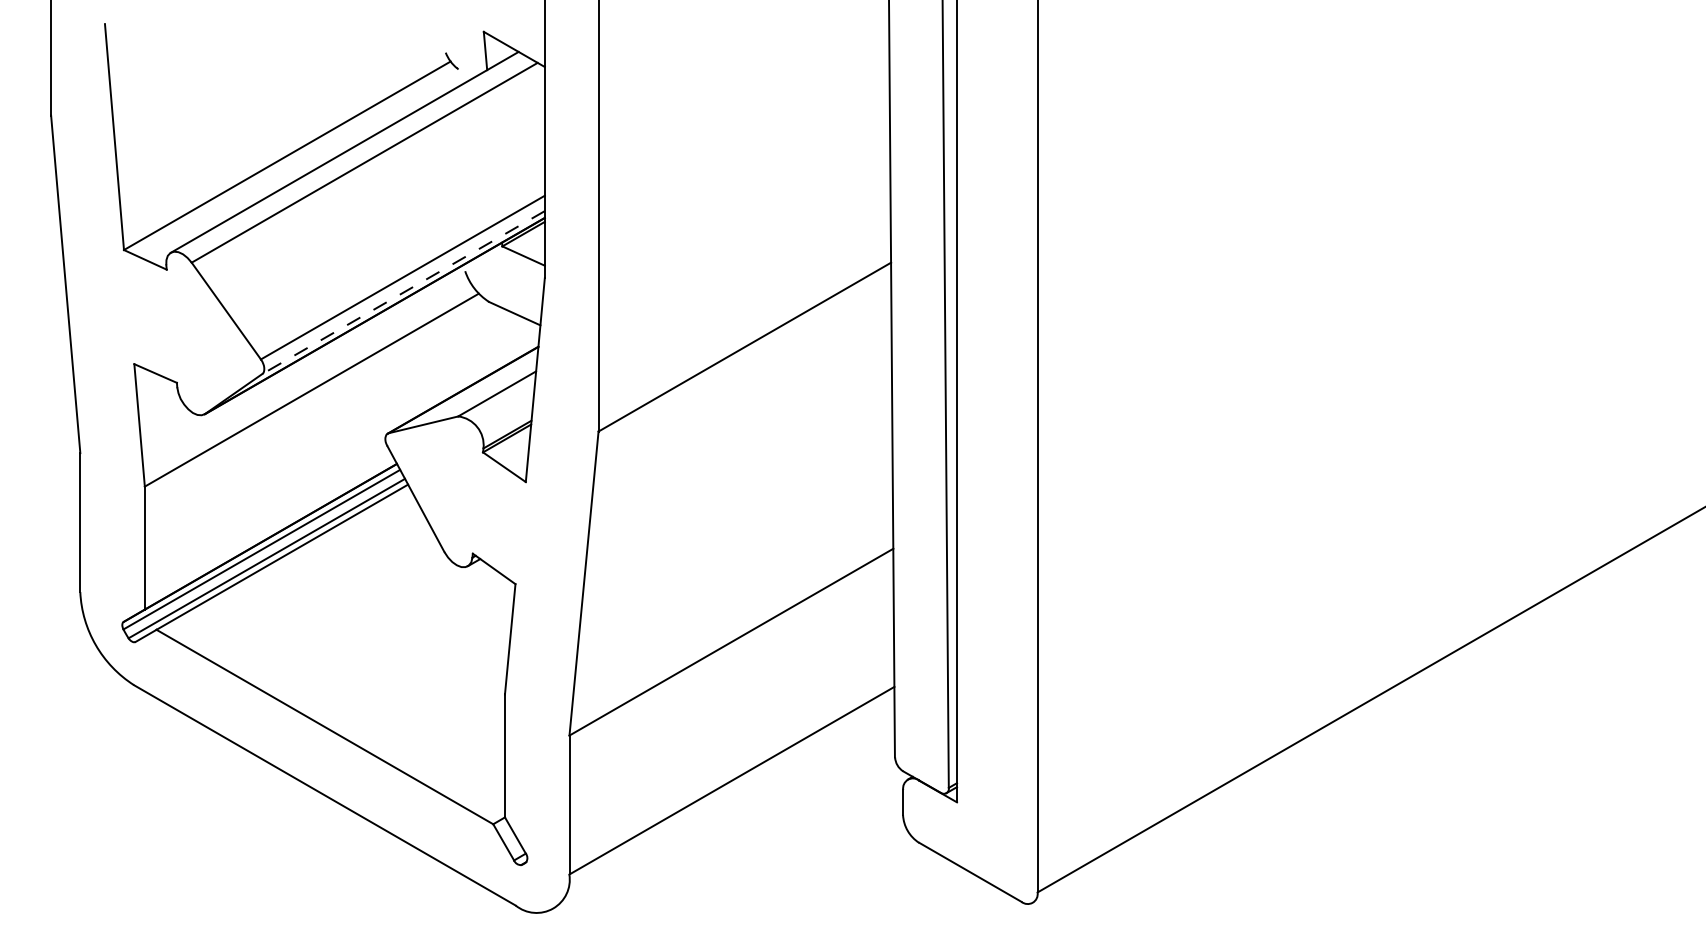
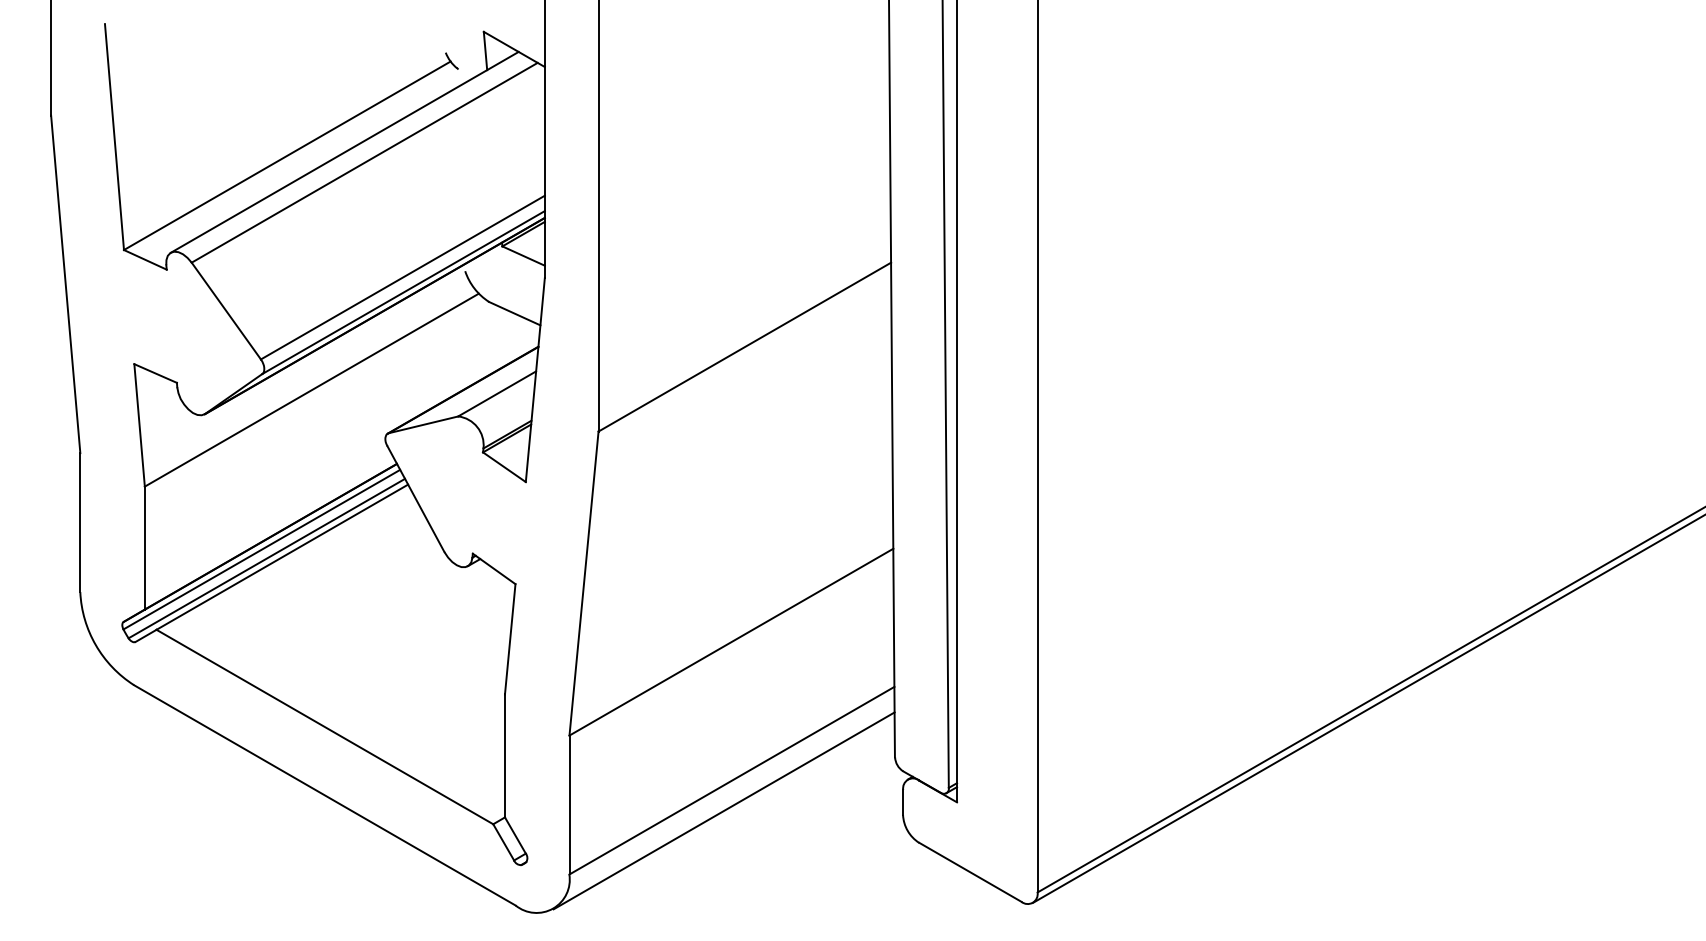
line at (403, 292): dashed -> solid
line at (1367, 709): none -> present
line at (723, 810): none -> present
